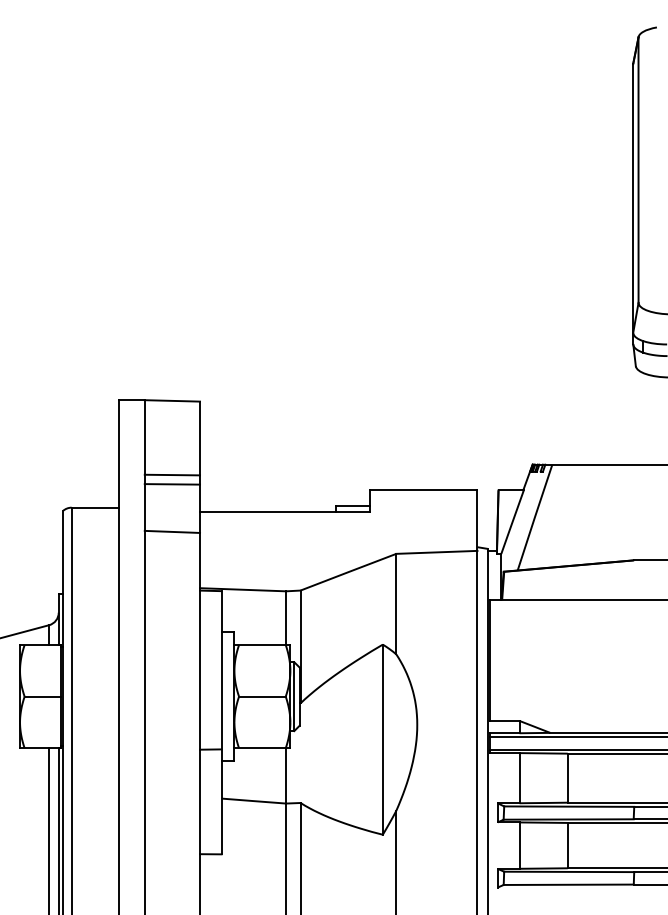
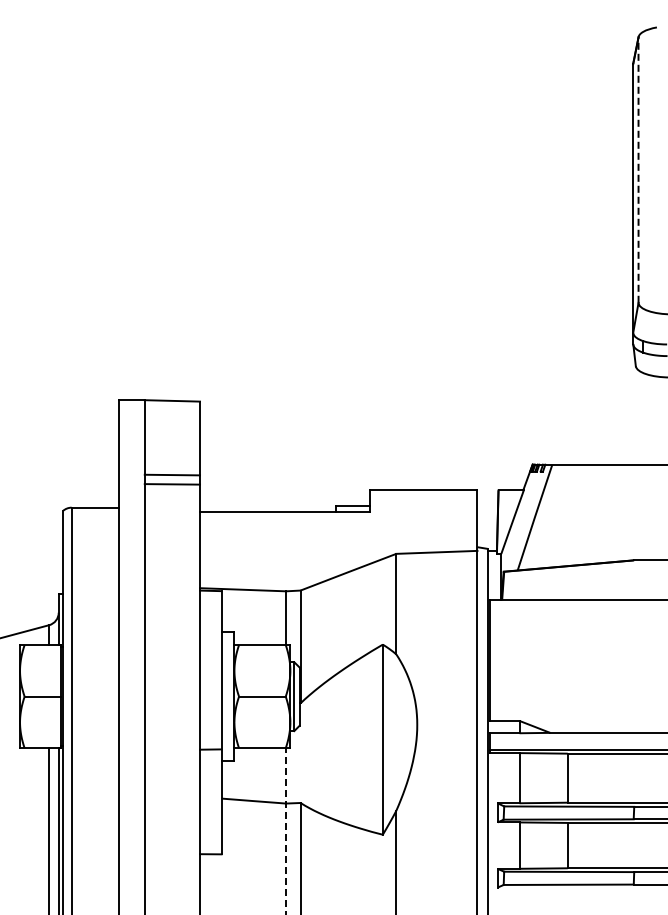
line at (638, 170): solid -> dashed
line at (172, 531): present -> none
line at (577, 737): present -> none
line at (286, 831): solid -> dashed
